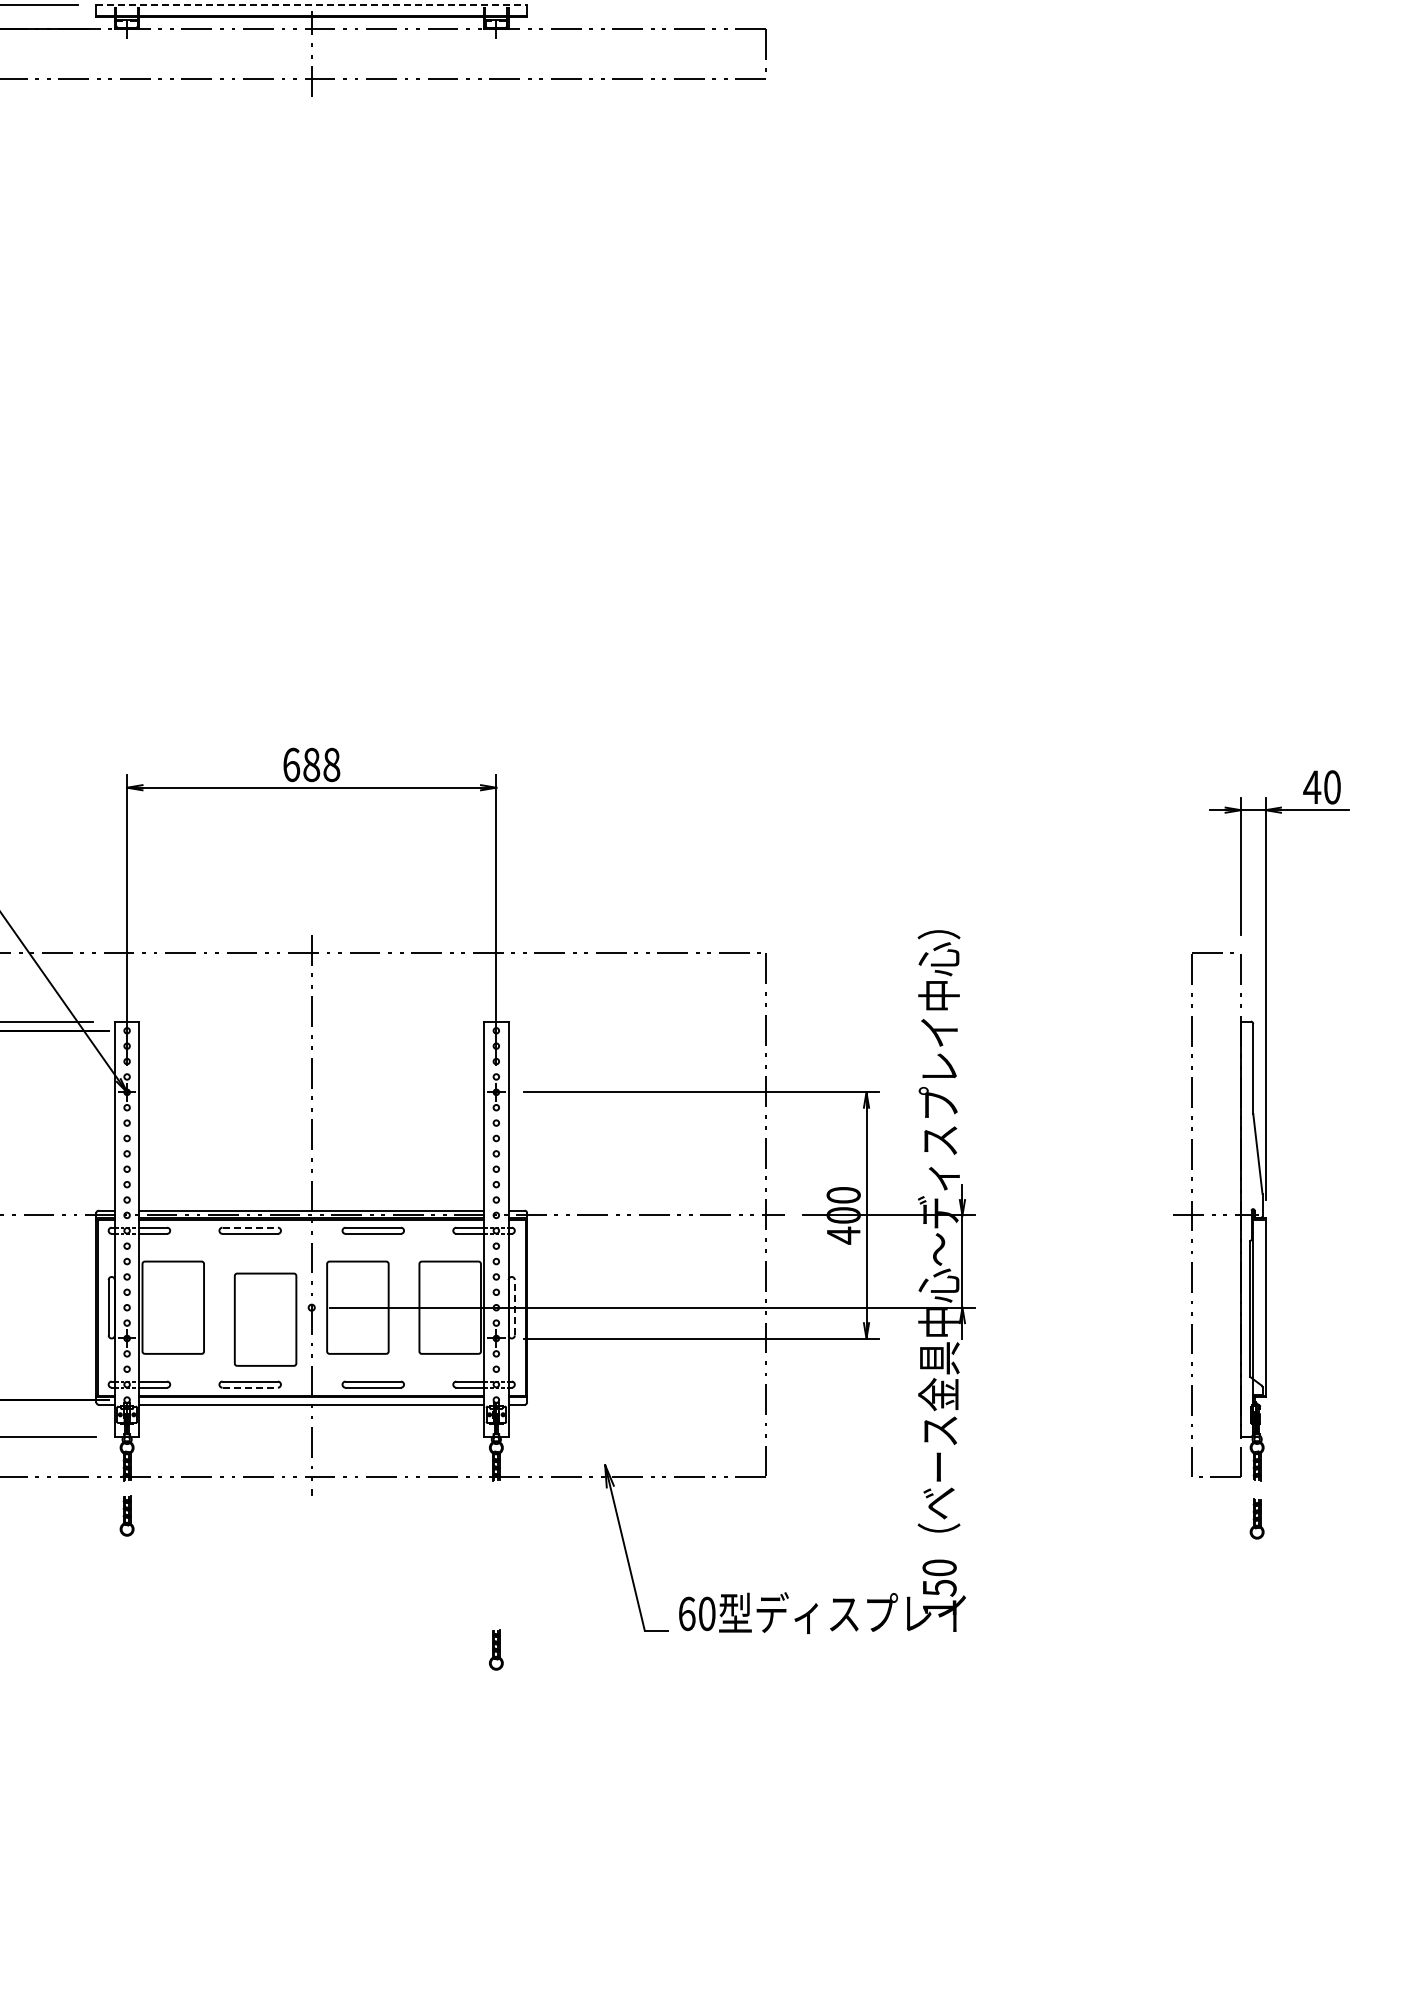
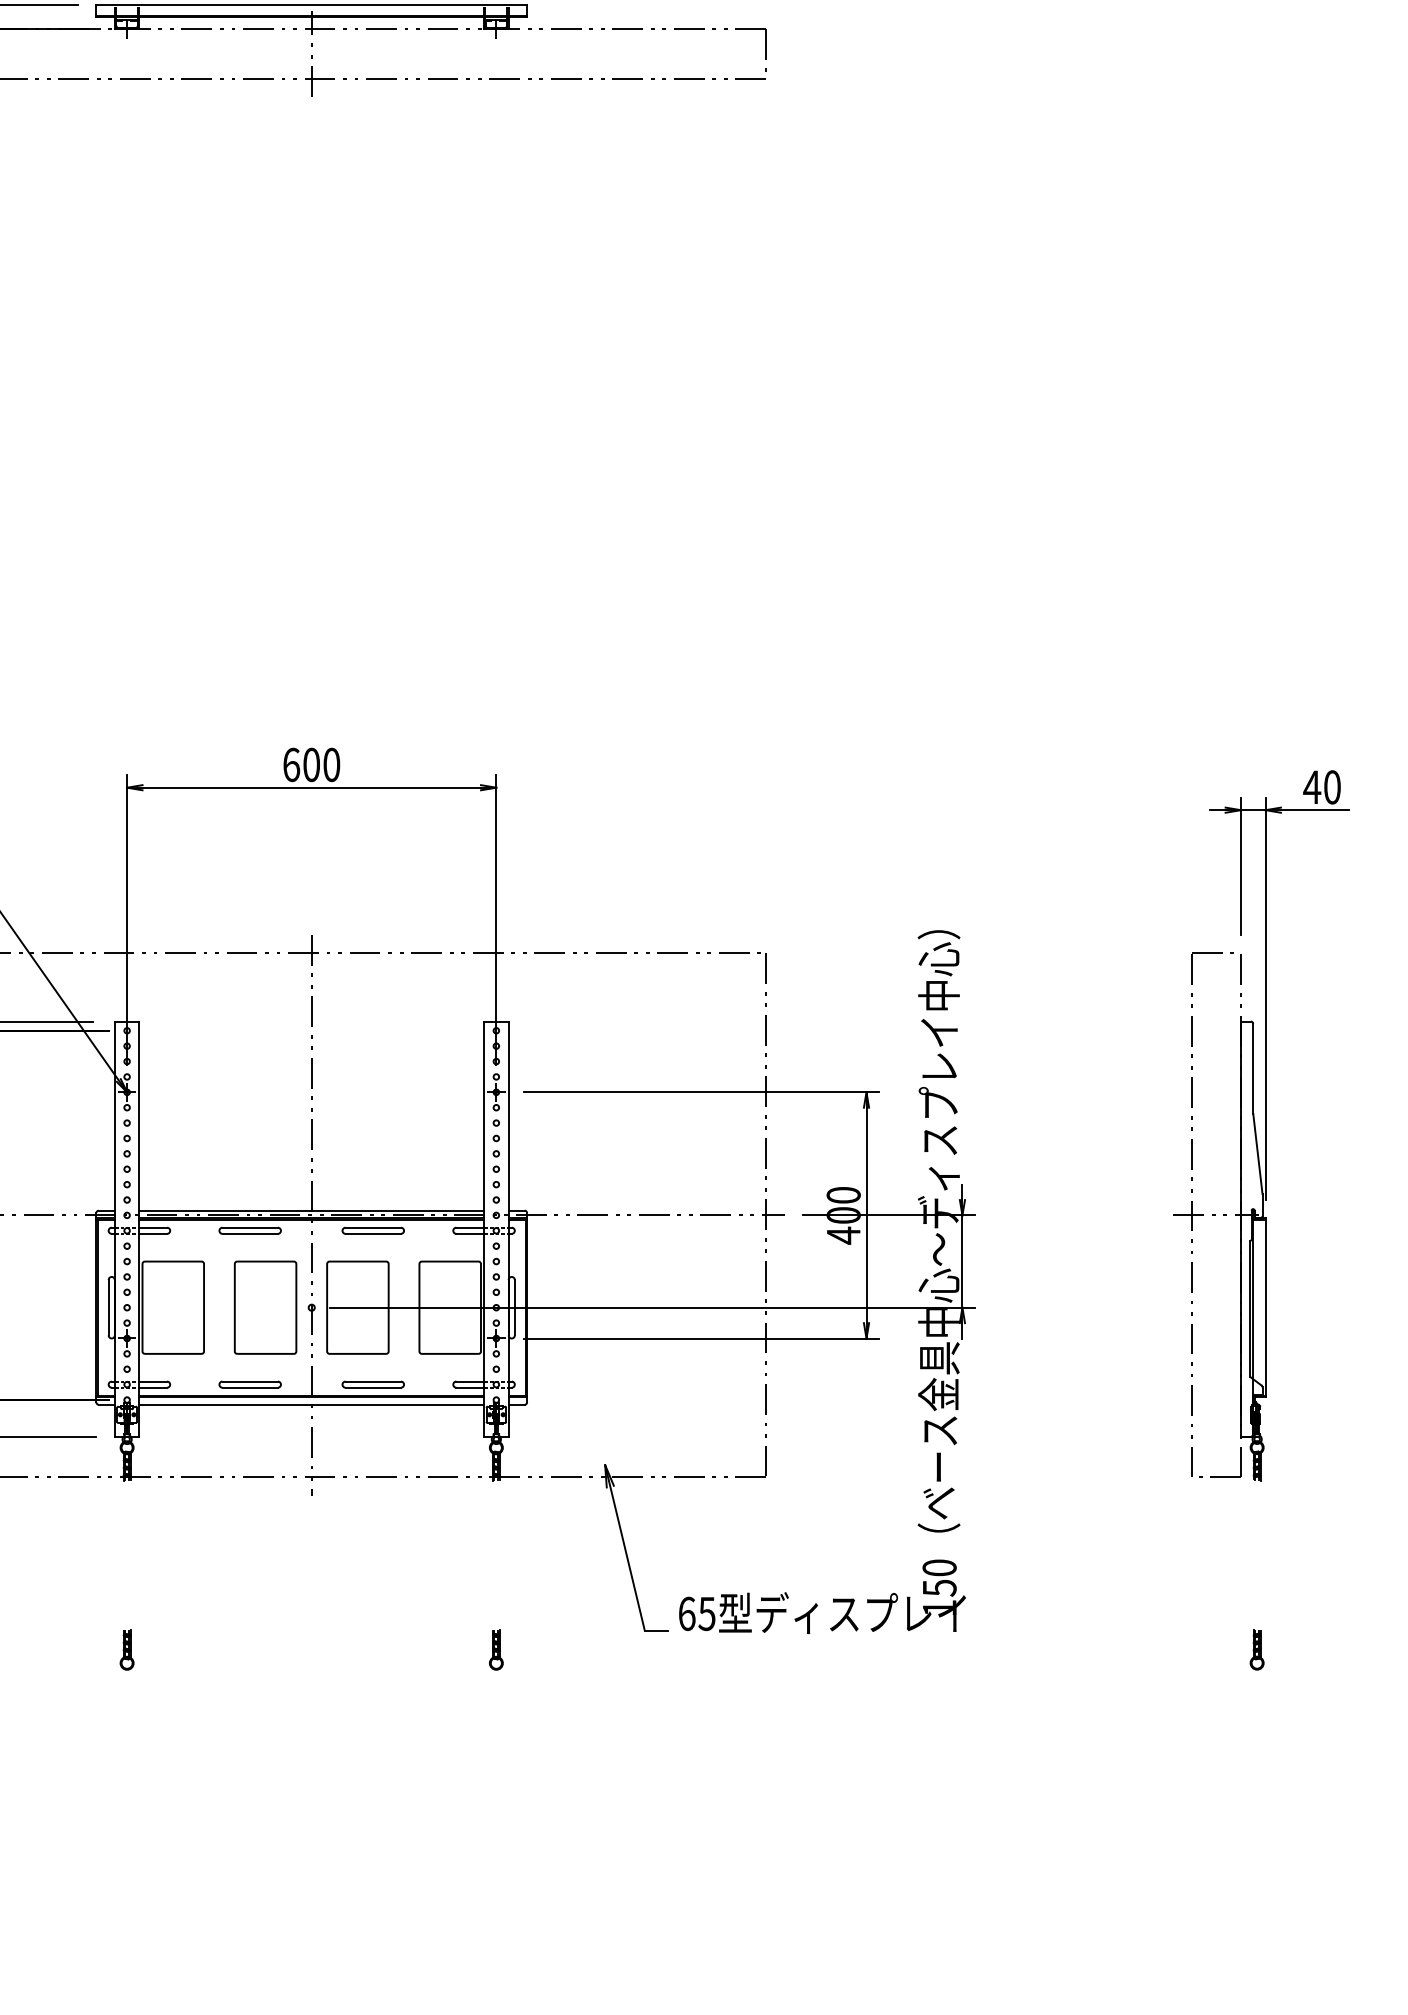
line at (312, 4): dashed -> solid
text at (321, 764): 688 -> 600
line at (250, 1227): dashed -> solid
line at (514, 1307): dashed -> solid
part at (265, 1319) position: (265, 1319) -> (265, 1307)
line at (250, 1387): dashed -> solid
part at (126, 1515) position: (126, 1515) -> (126, 1649)
part at (1256, 1518) position: (1256, 1518) -> (1256, 1649)
text at (706, 1613): 60 -> 65
